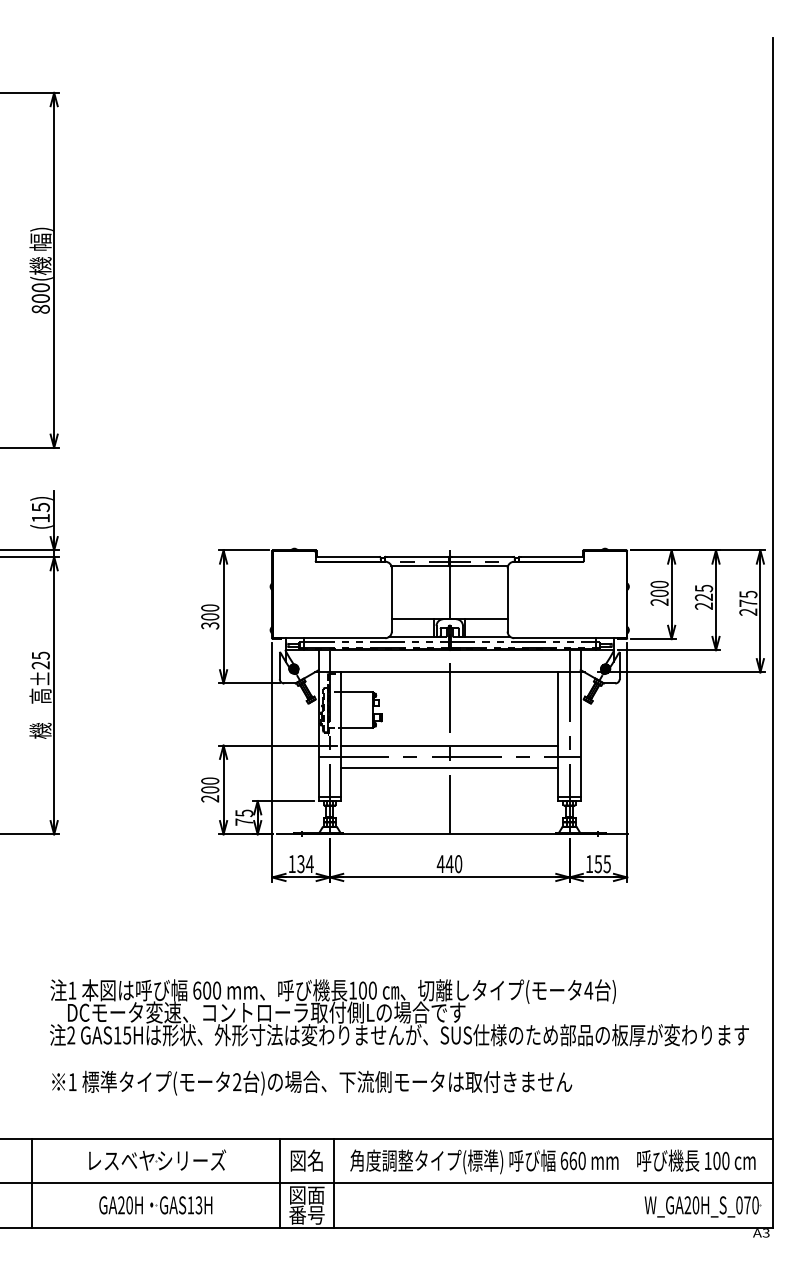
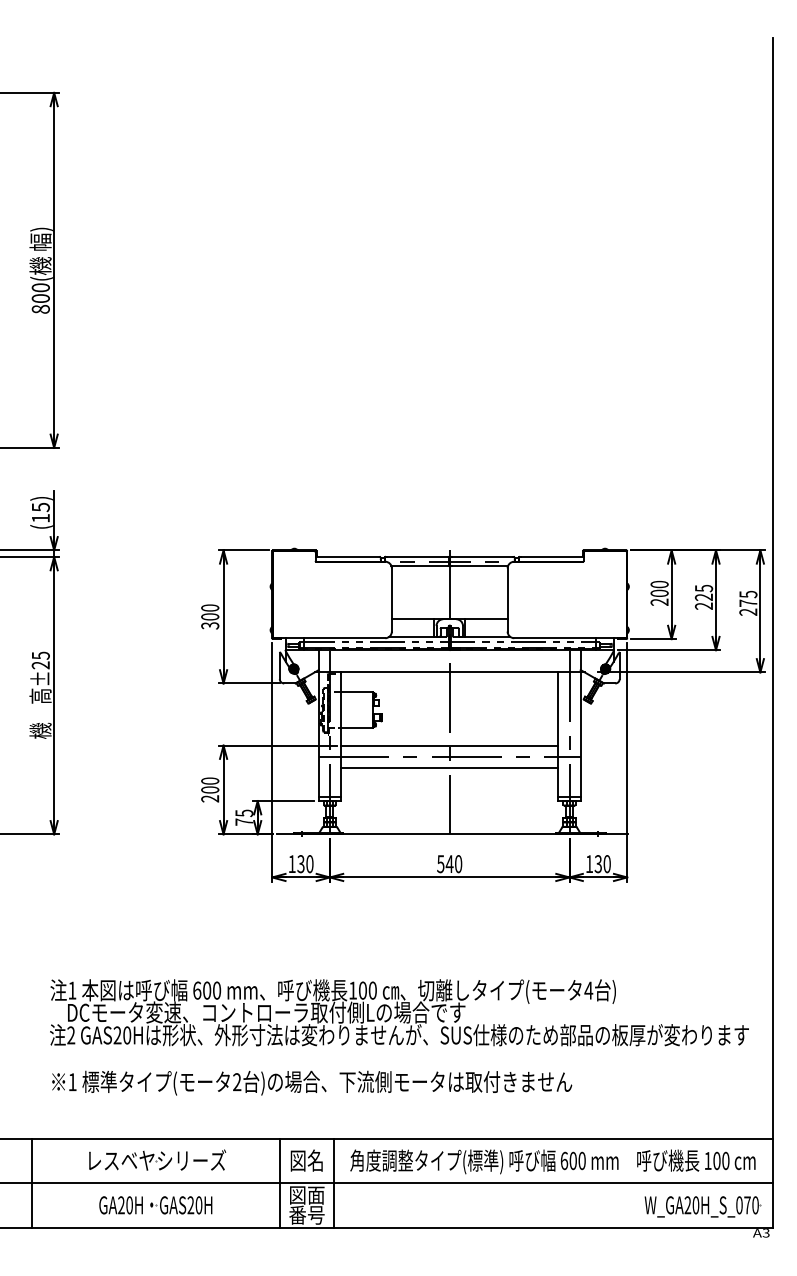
text at (309, 864): 134 -> 130
text at (440, 864): 440 -> 540
text at (602, 864): 155 -> 130
text at (122, 1035): GAS15H -> GAS20H
text at (572, 1160): 660 -> 600
text at (194, 1205): GAS13H -> GAS20H
